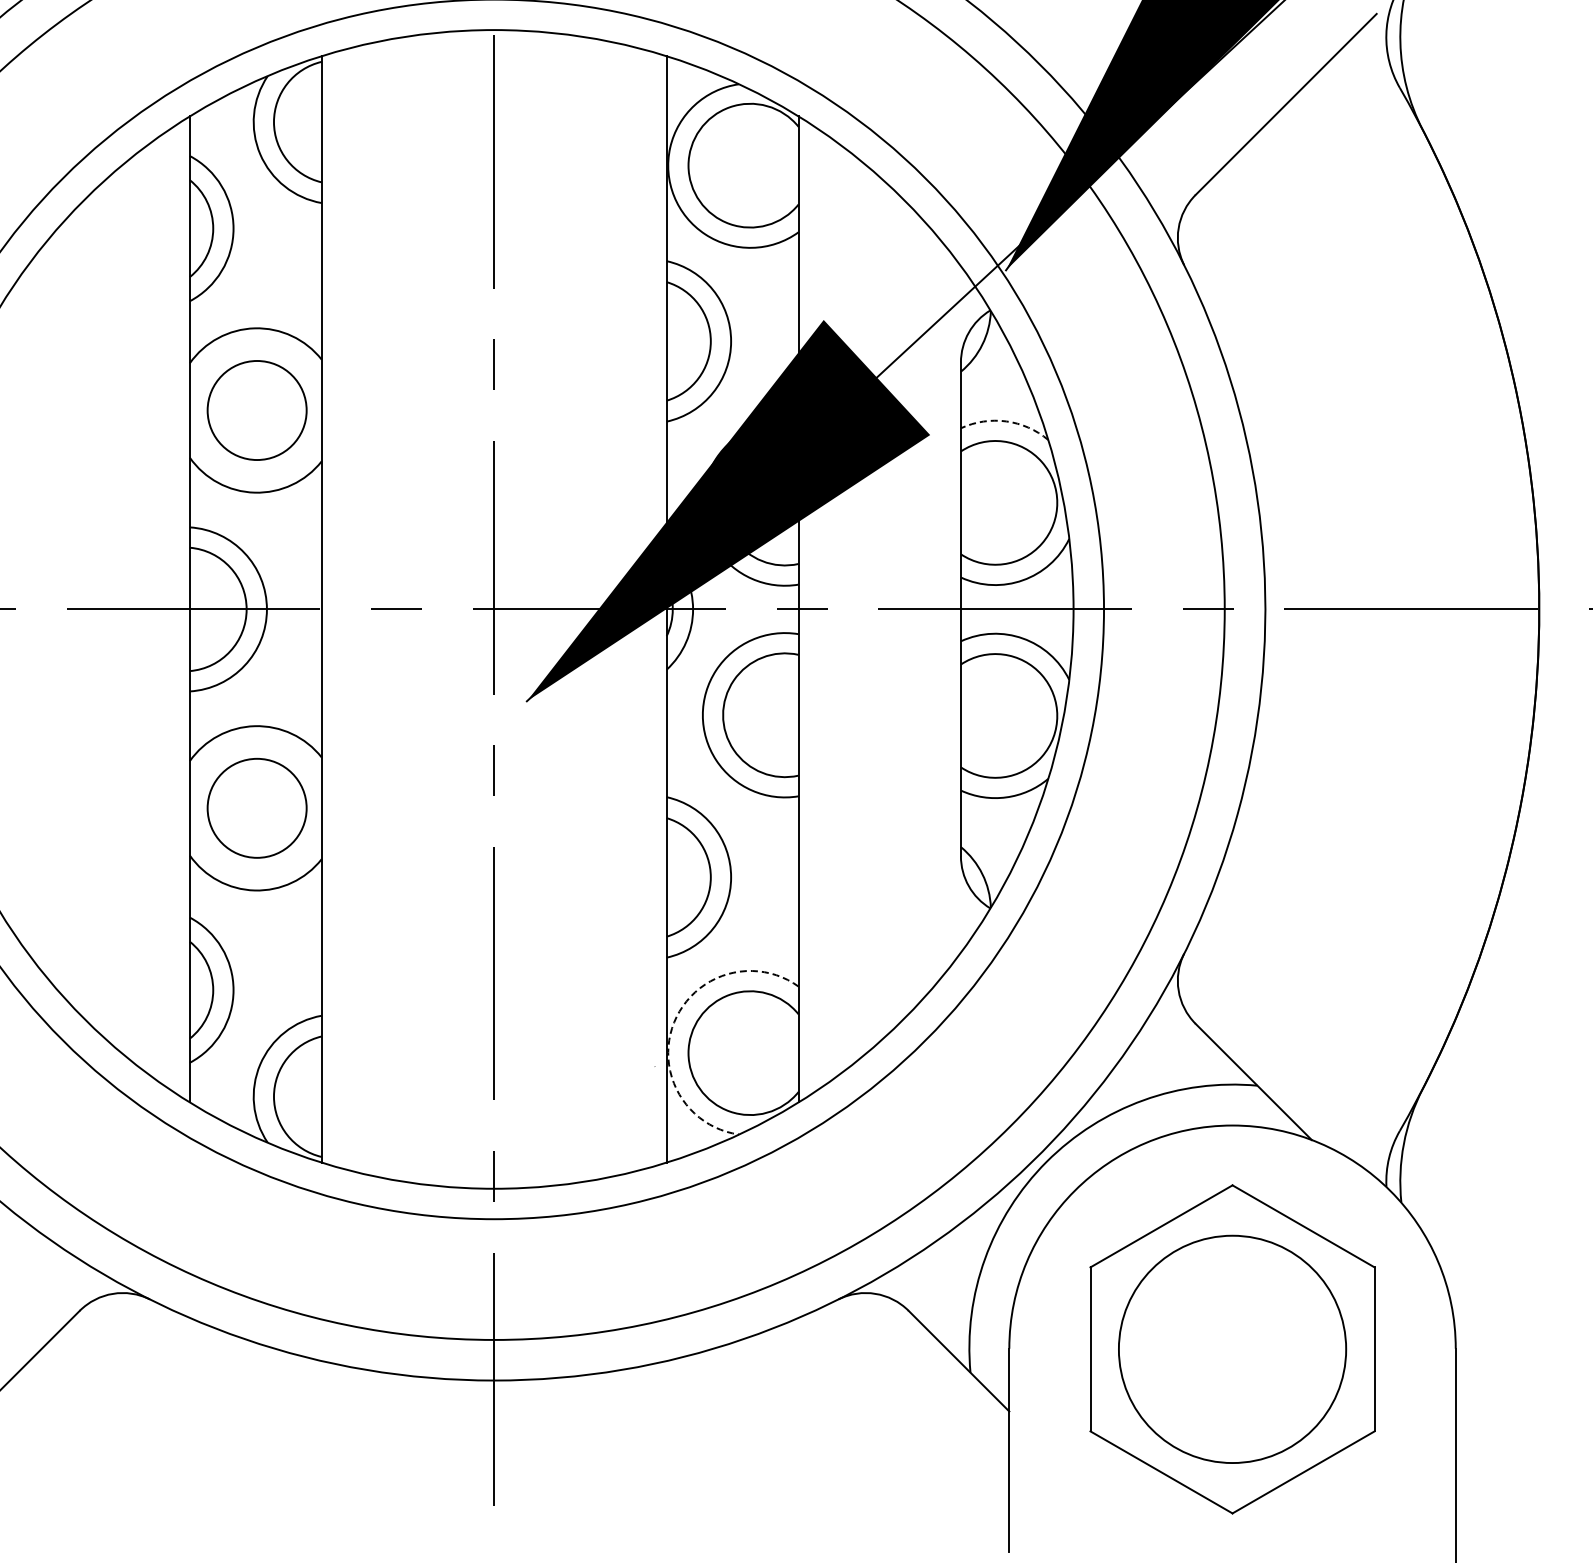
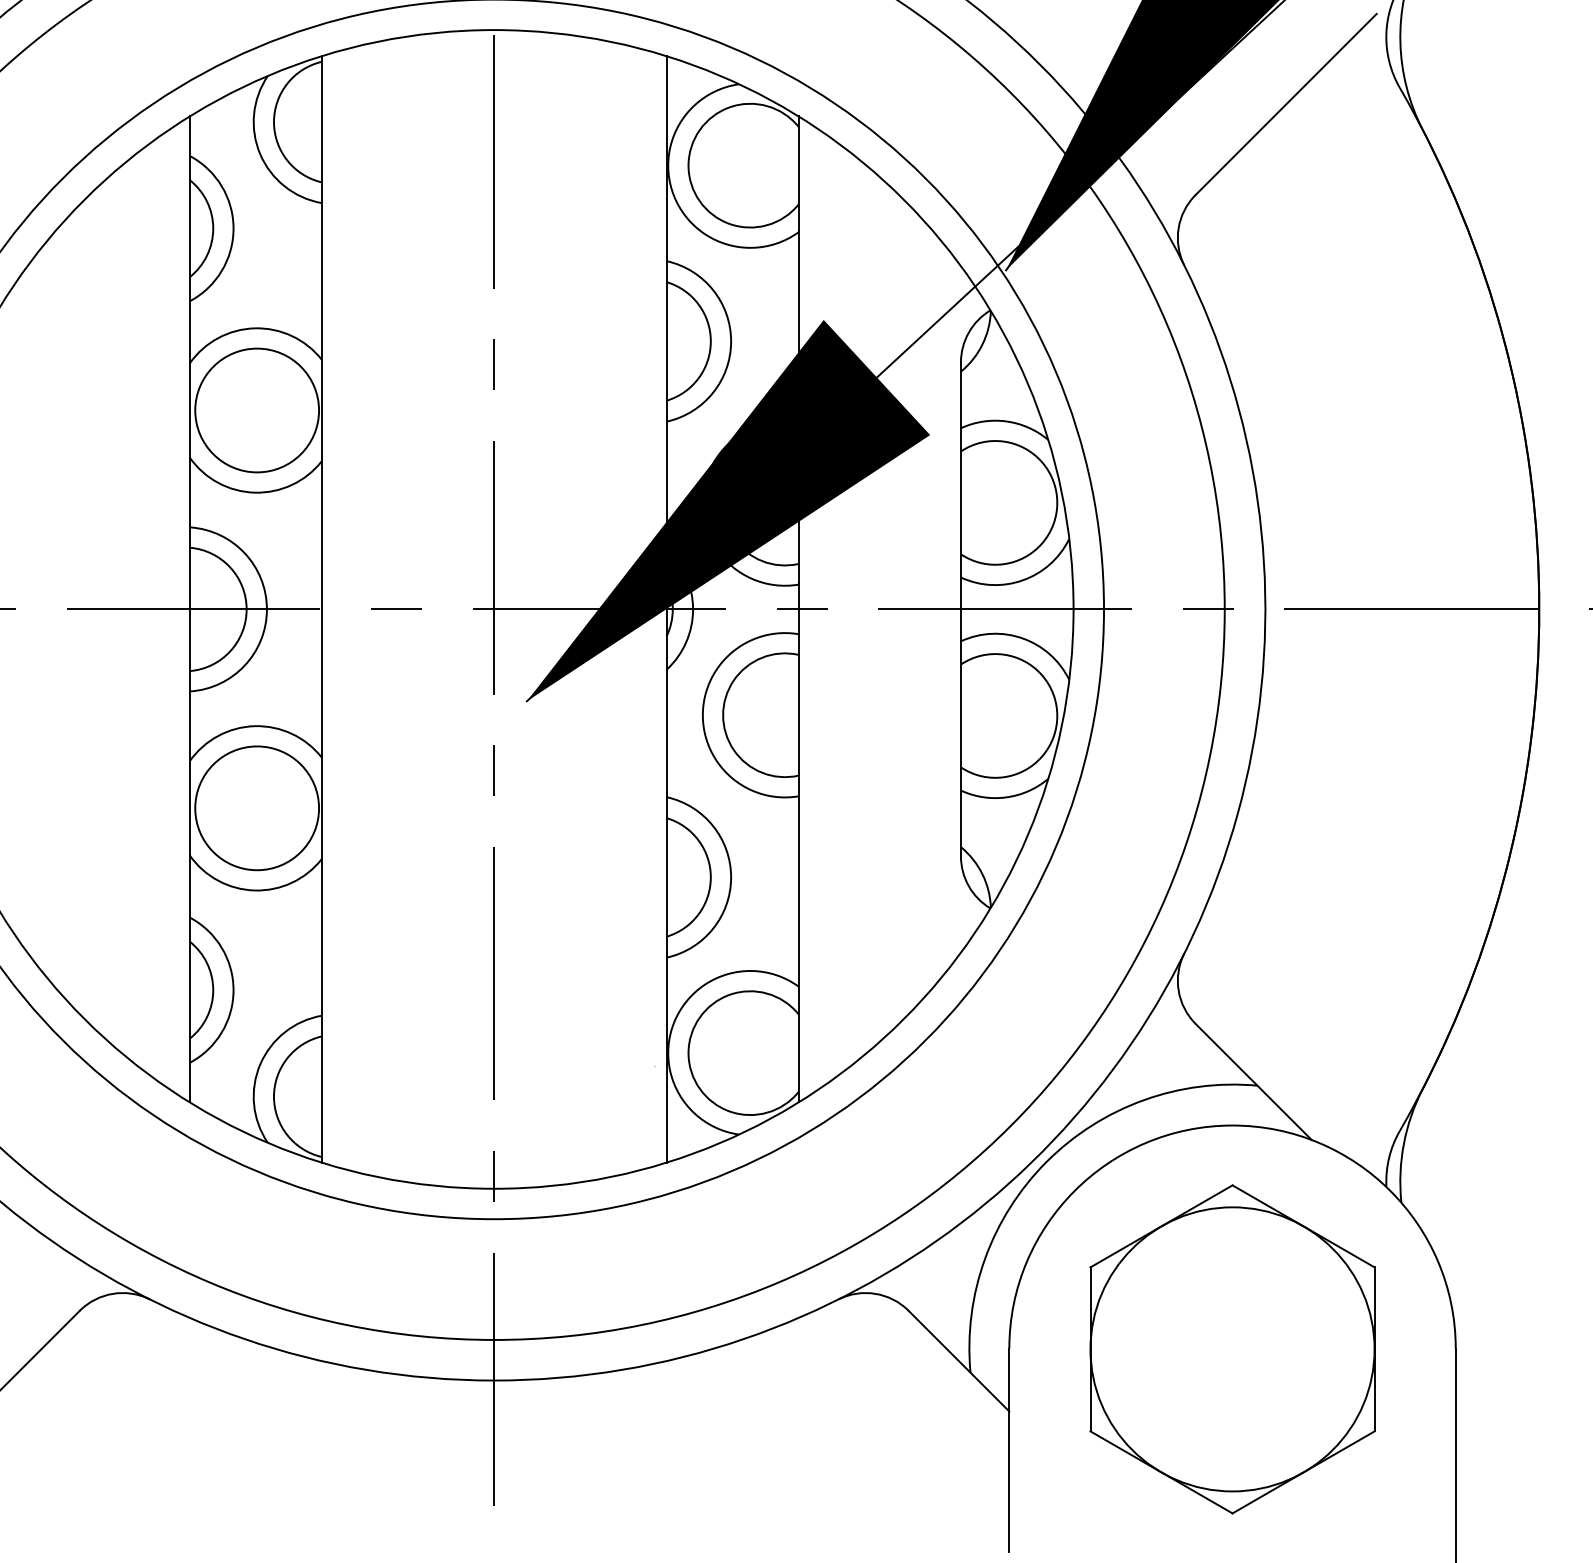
circle at (256, 410) diameter: 99 px -> 124 px
arc at (1006, 421): dashed -> solid
circle at (256, 807) diameter: 99 px -> 124 px
arc at (674, 1022): dashed -> solid
circle at (1232, 1349) diameter: 227 px -> 284 px
